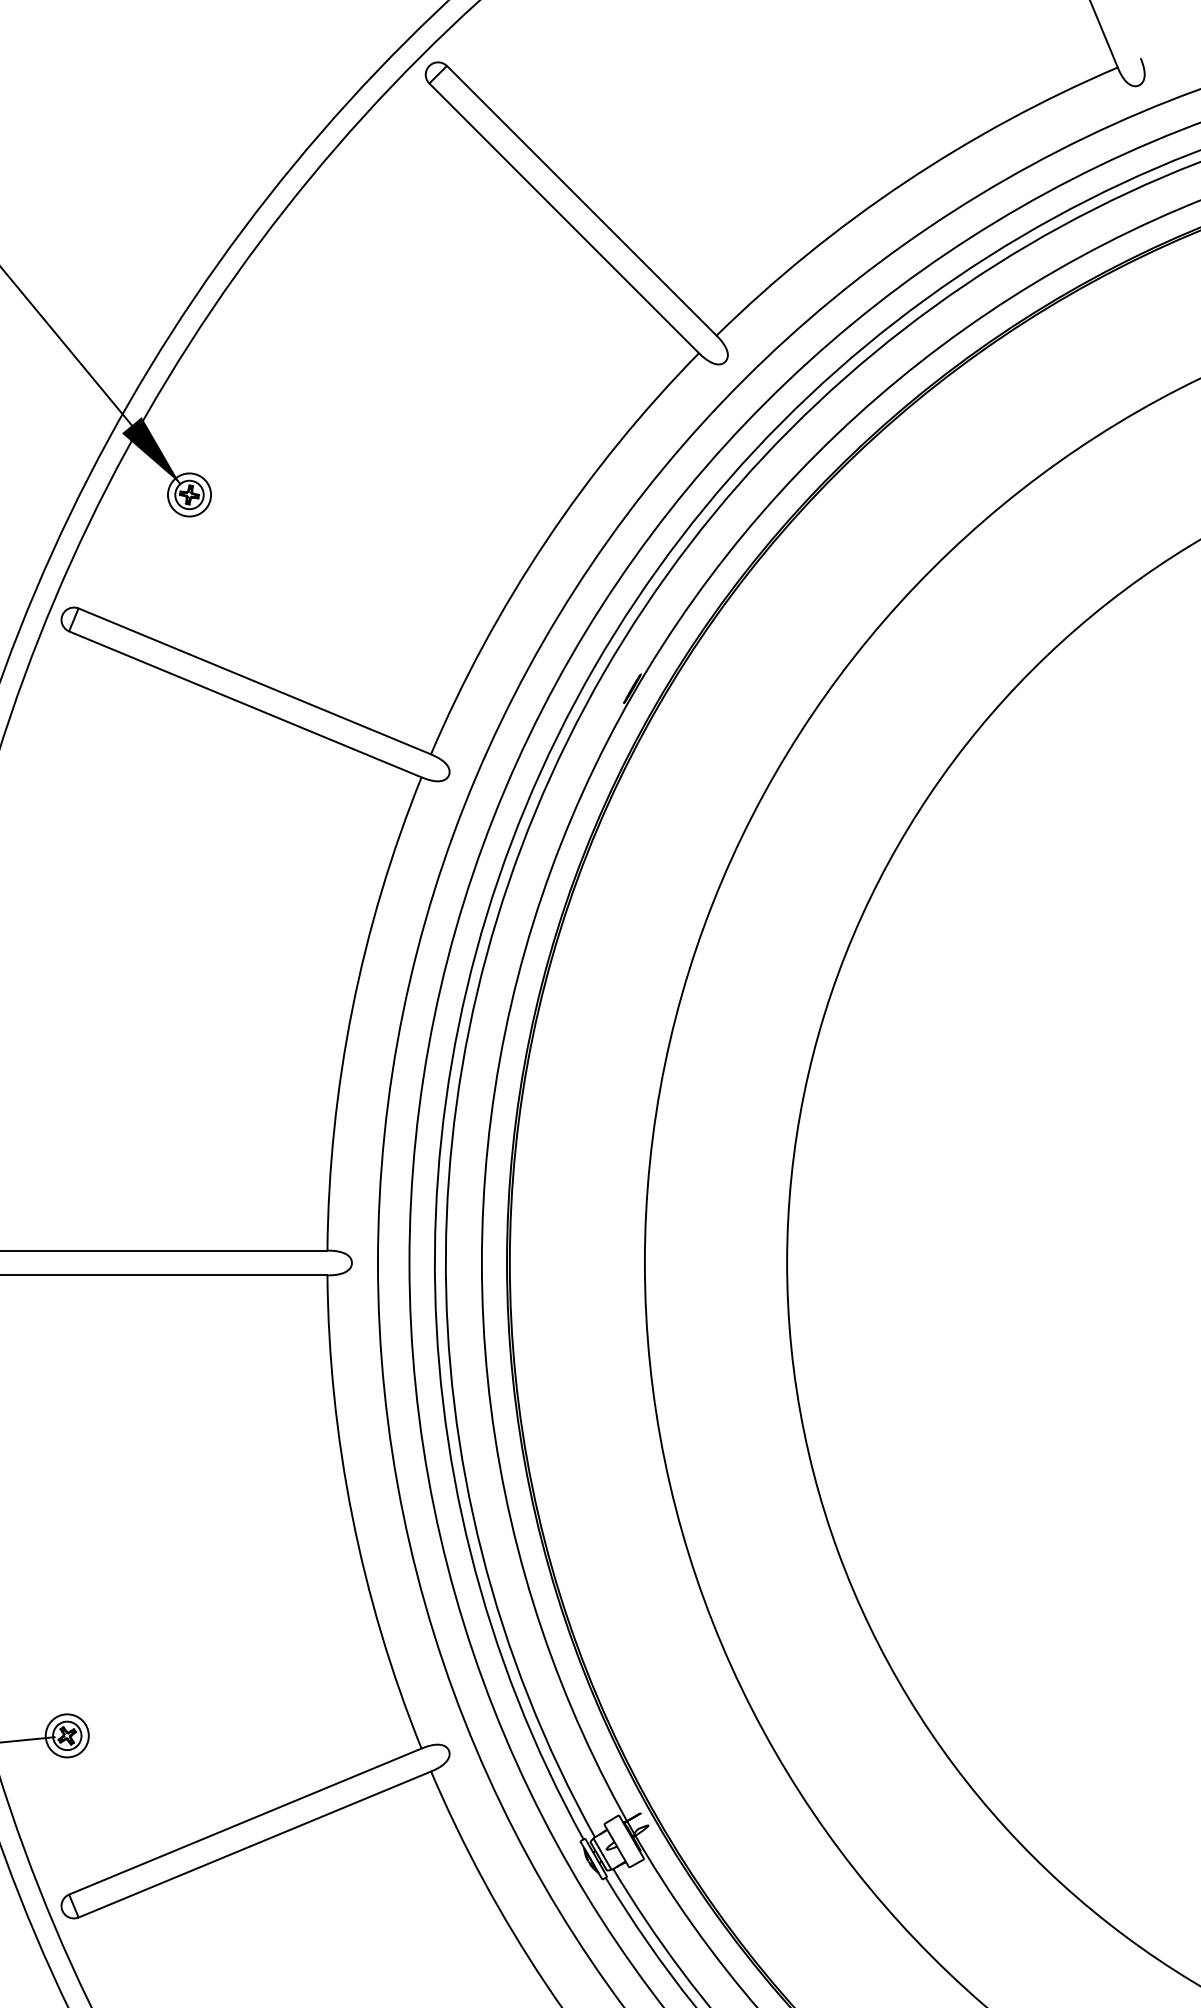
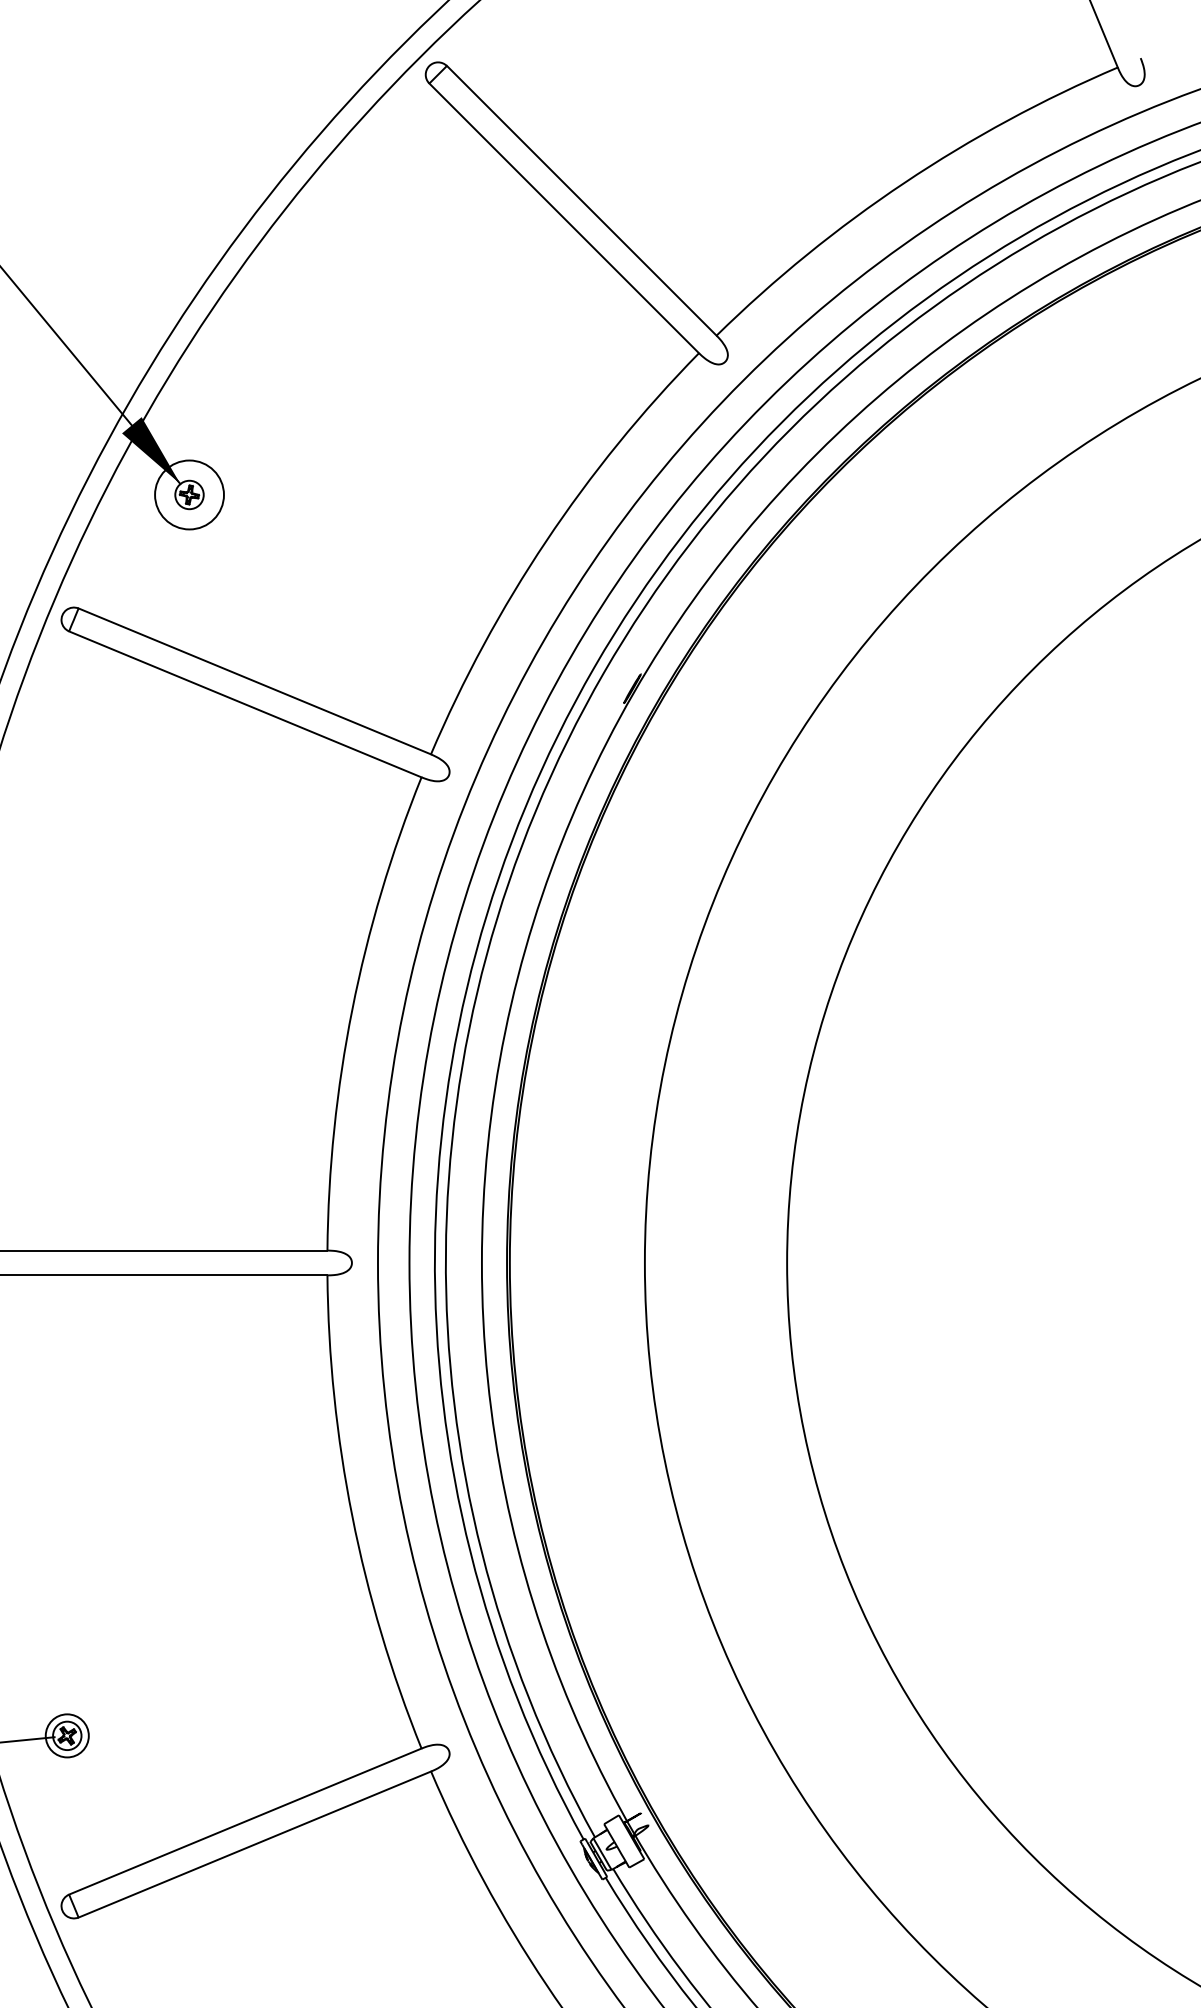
circle at (189, 494) diameter: 43 px -> 69 px
